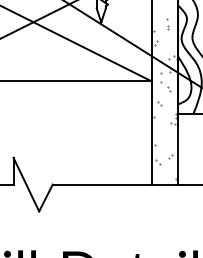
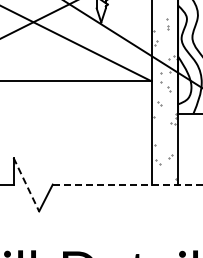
line at (26, 184): solid -> dashed
line at (127, 184): solid -> dashed
